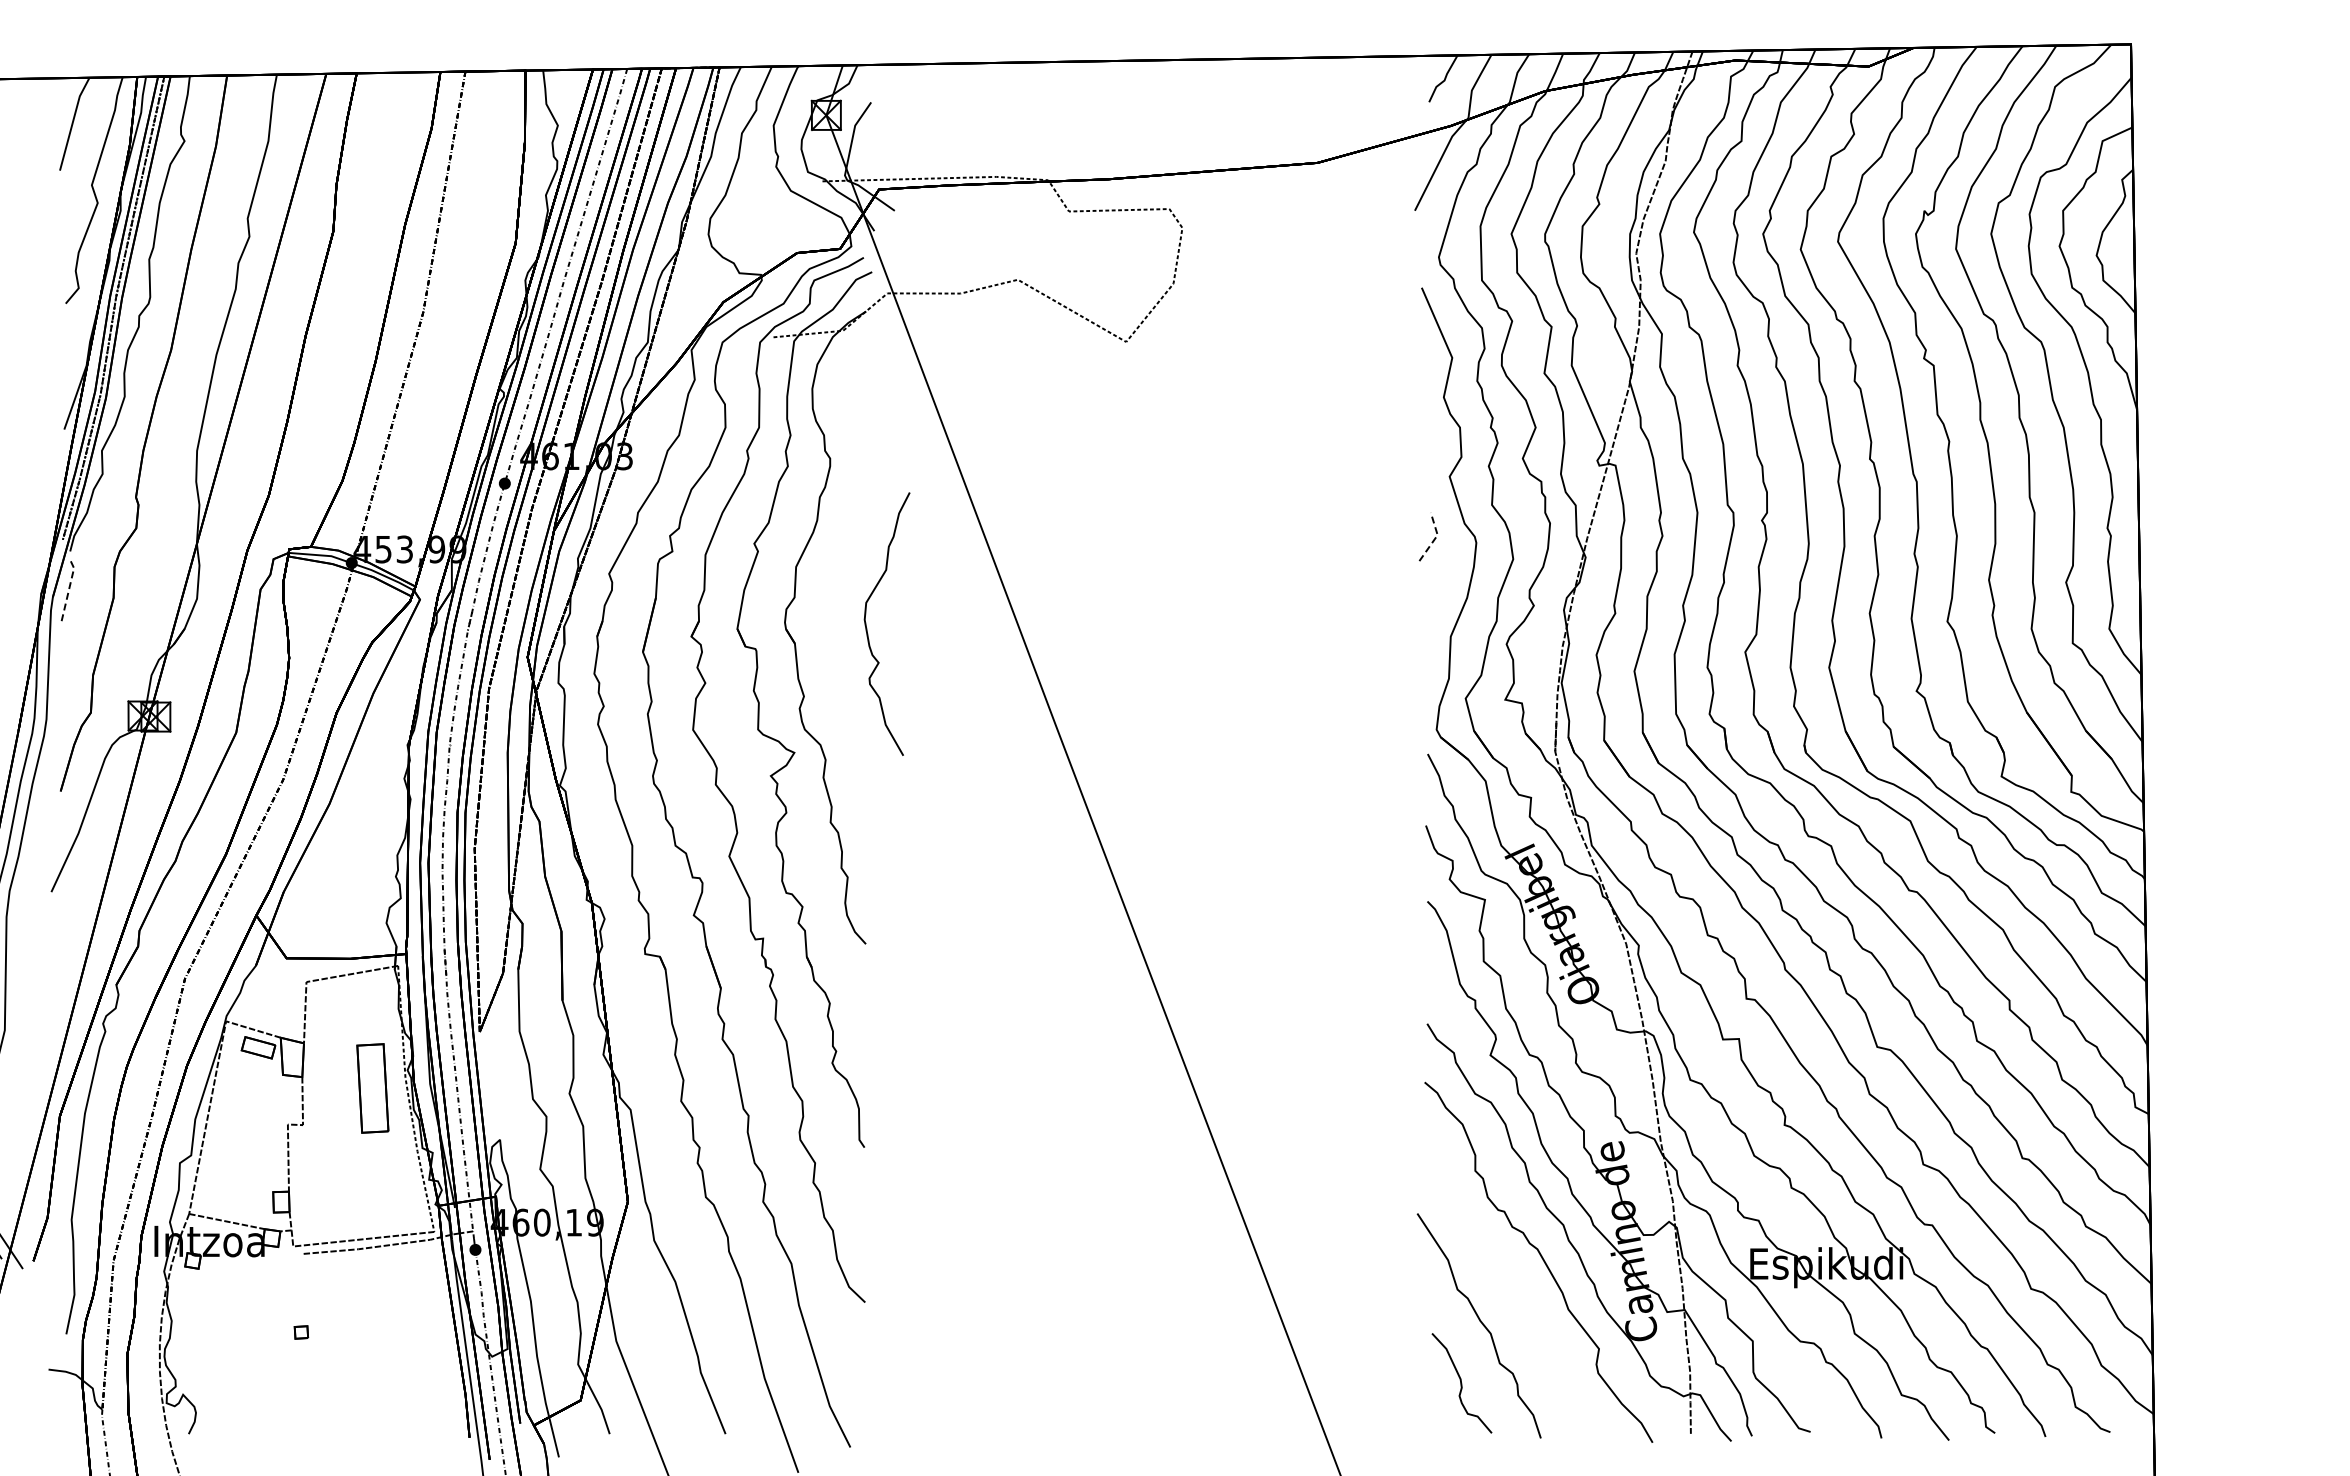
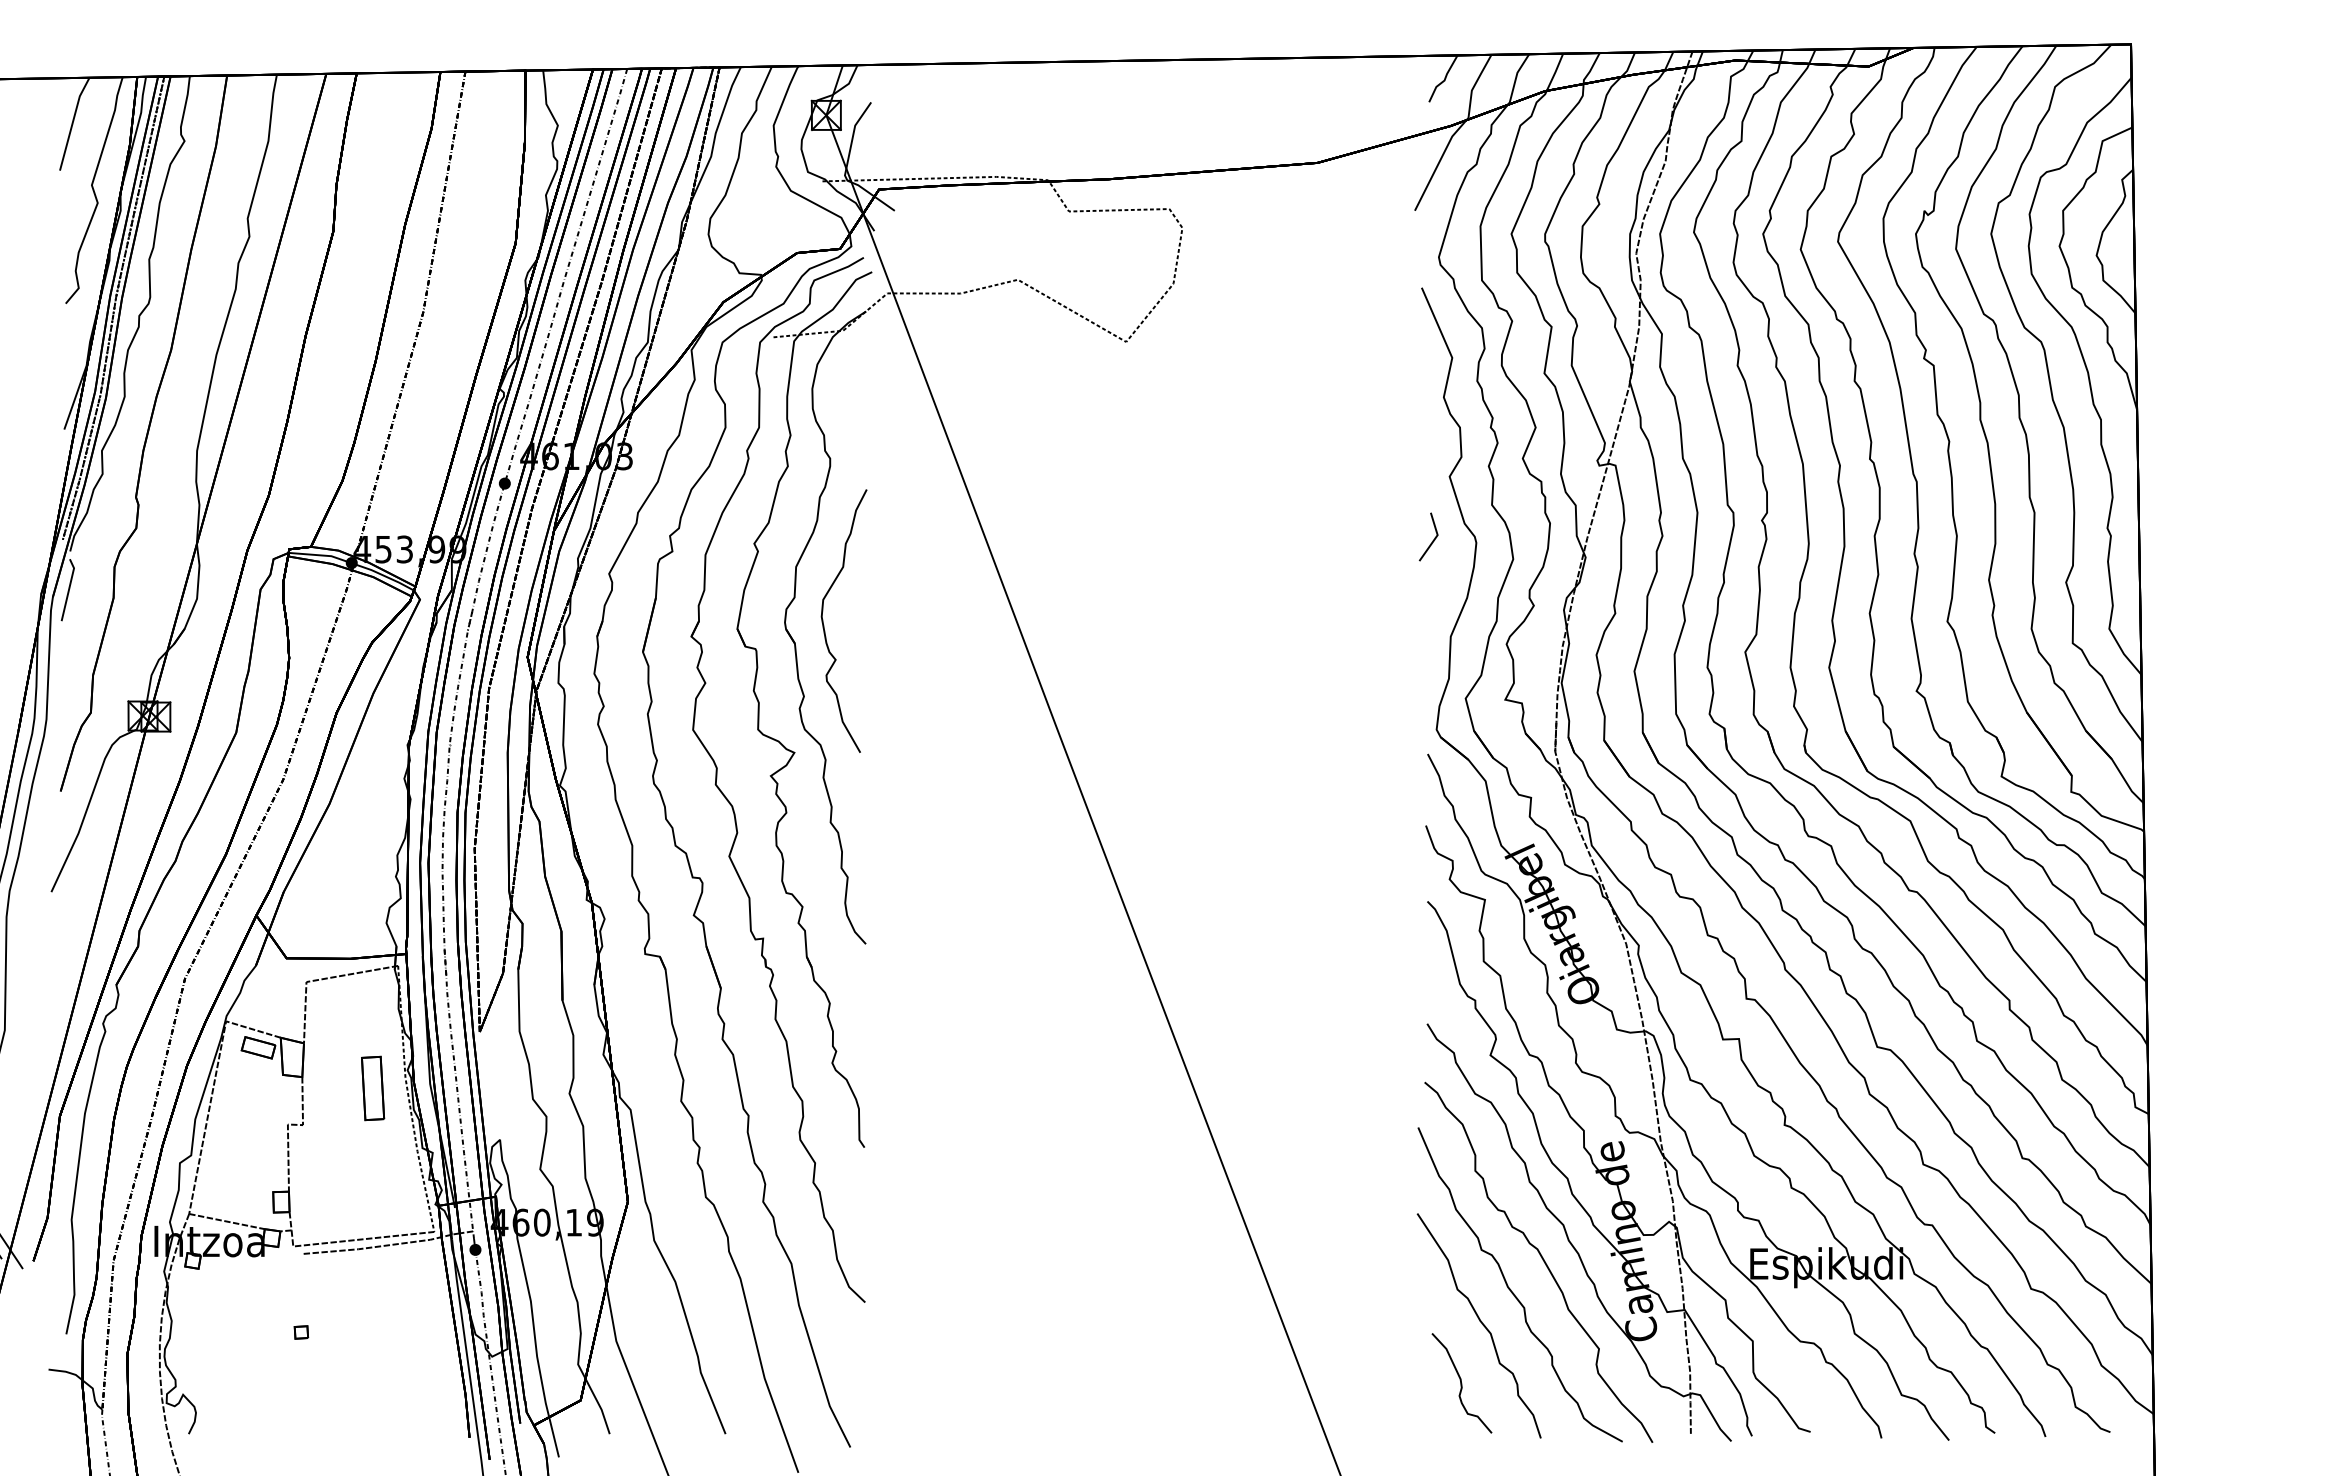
line at (1435, 537): dashed -> solid
line at (69, 589): dashed -> solid
curve at (867, 628) position: (867, 628) -> (824, 625)
part at (372, 1088) size: 34x91 px -> 25x67 px
curve at (1511, 1289): none -> present
